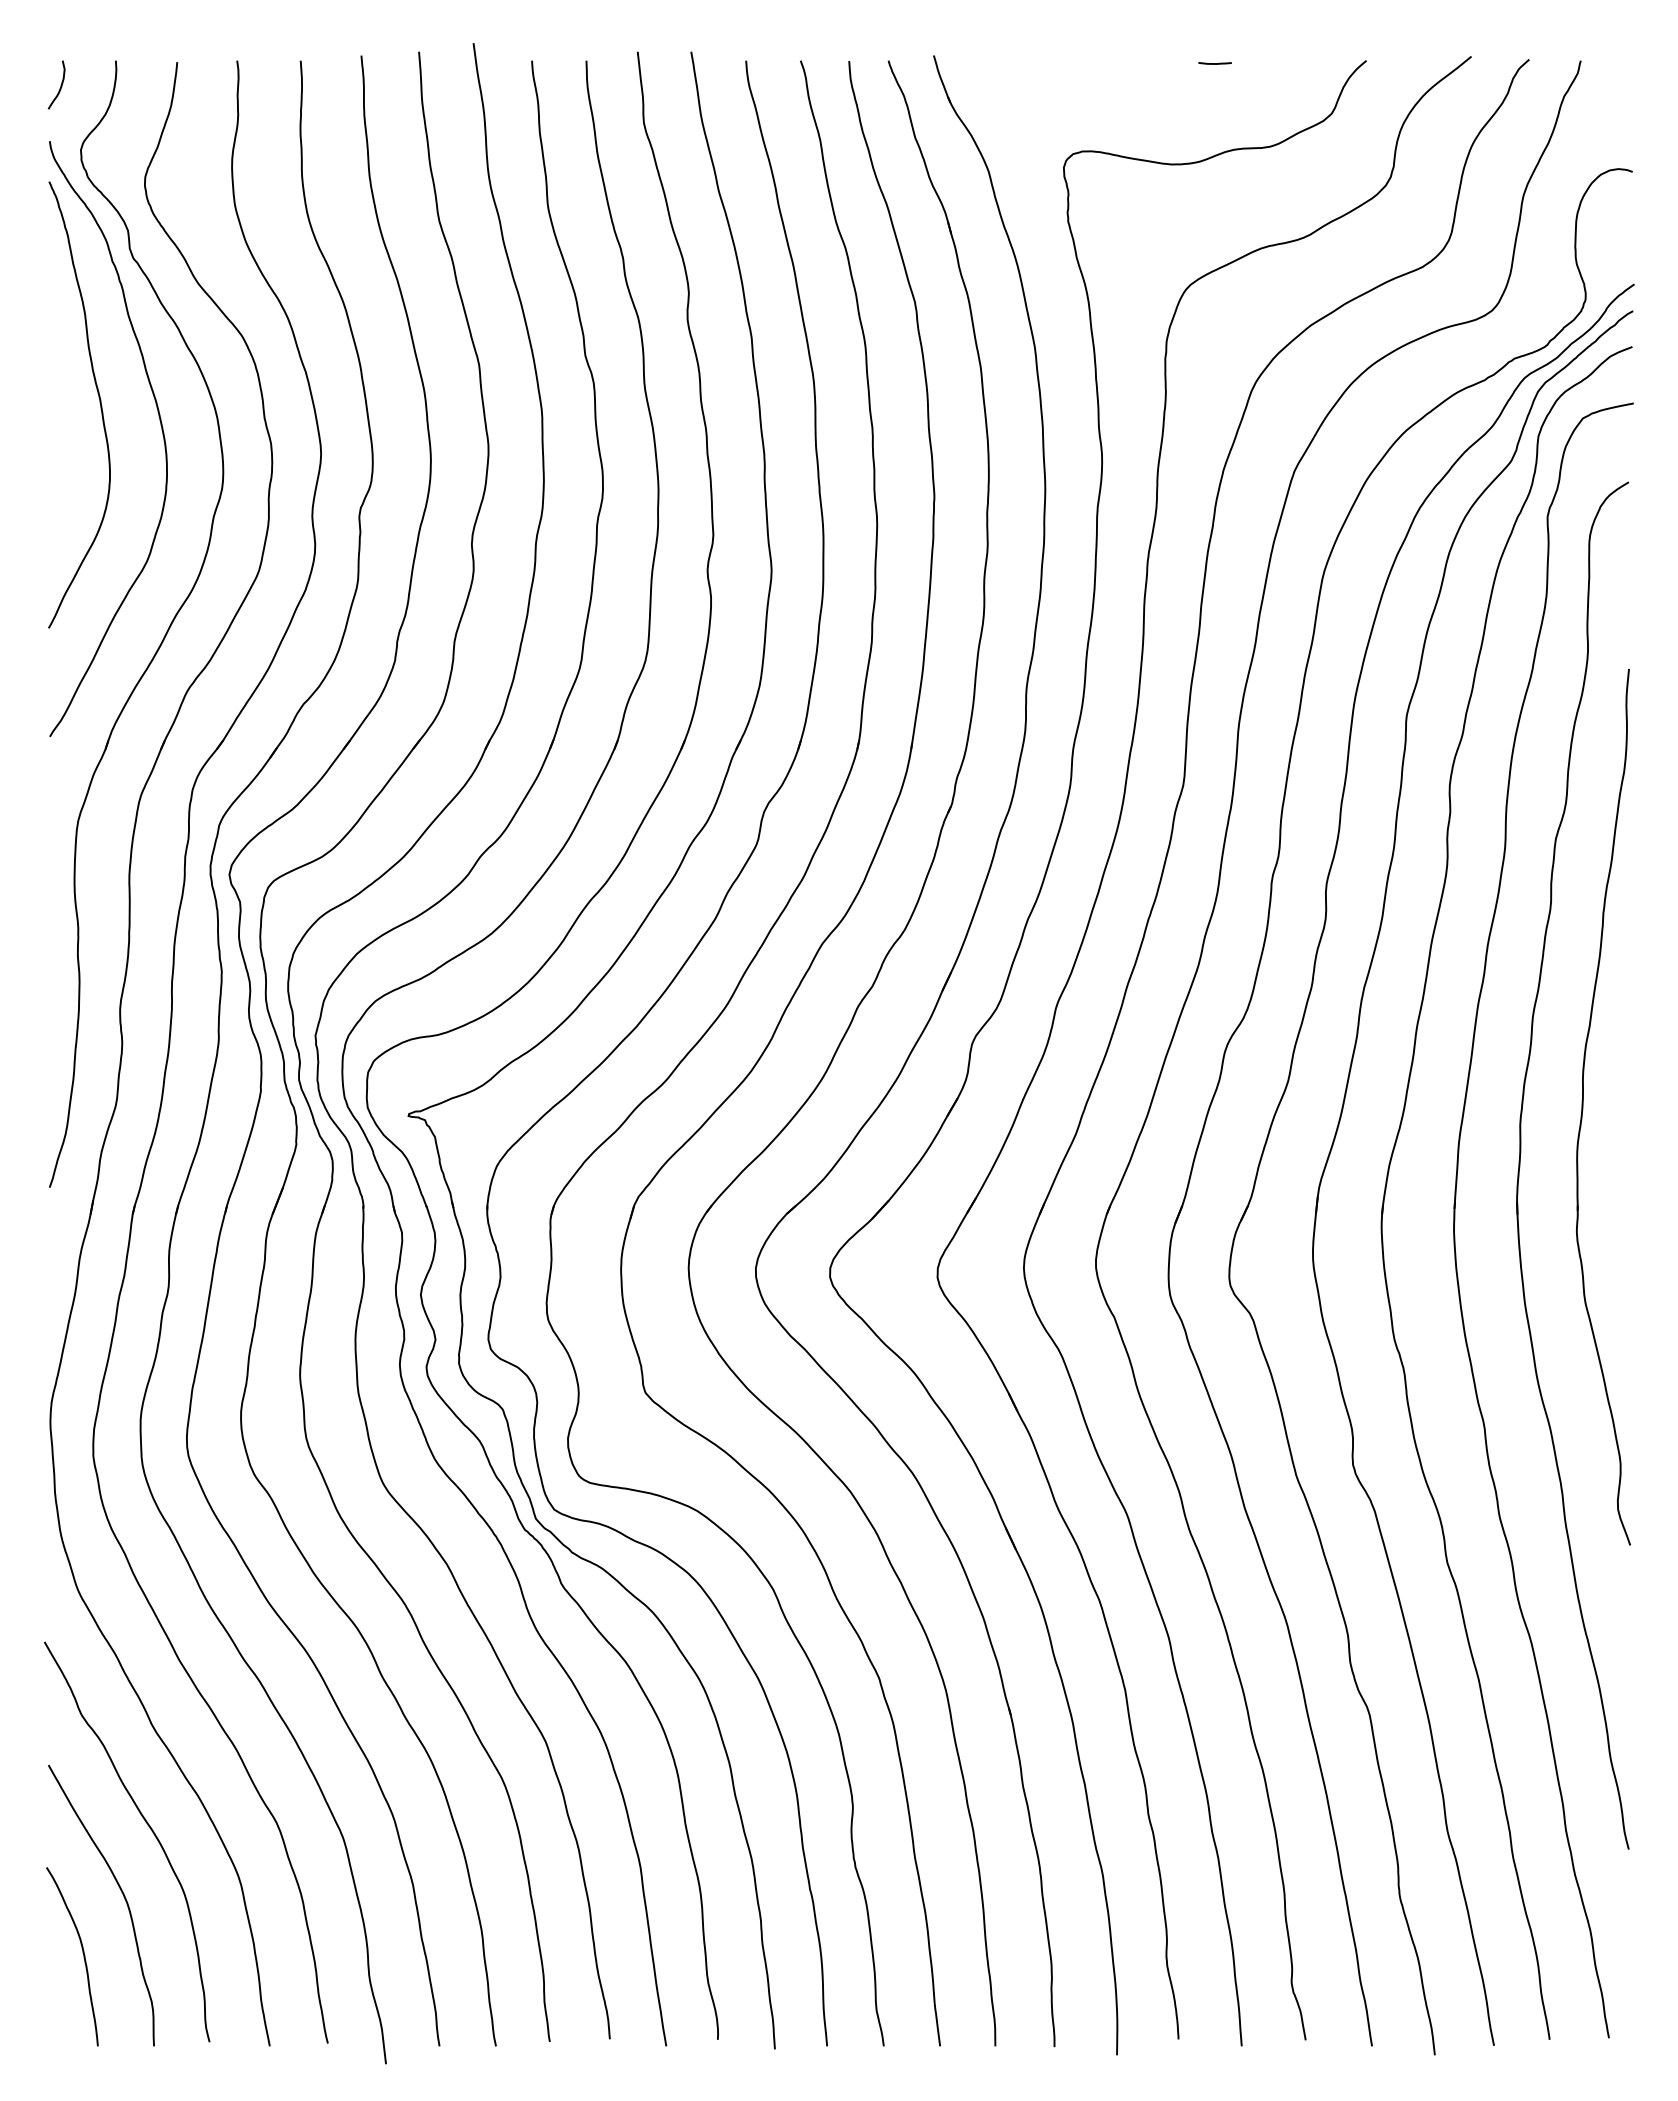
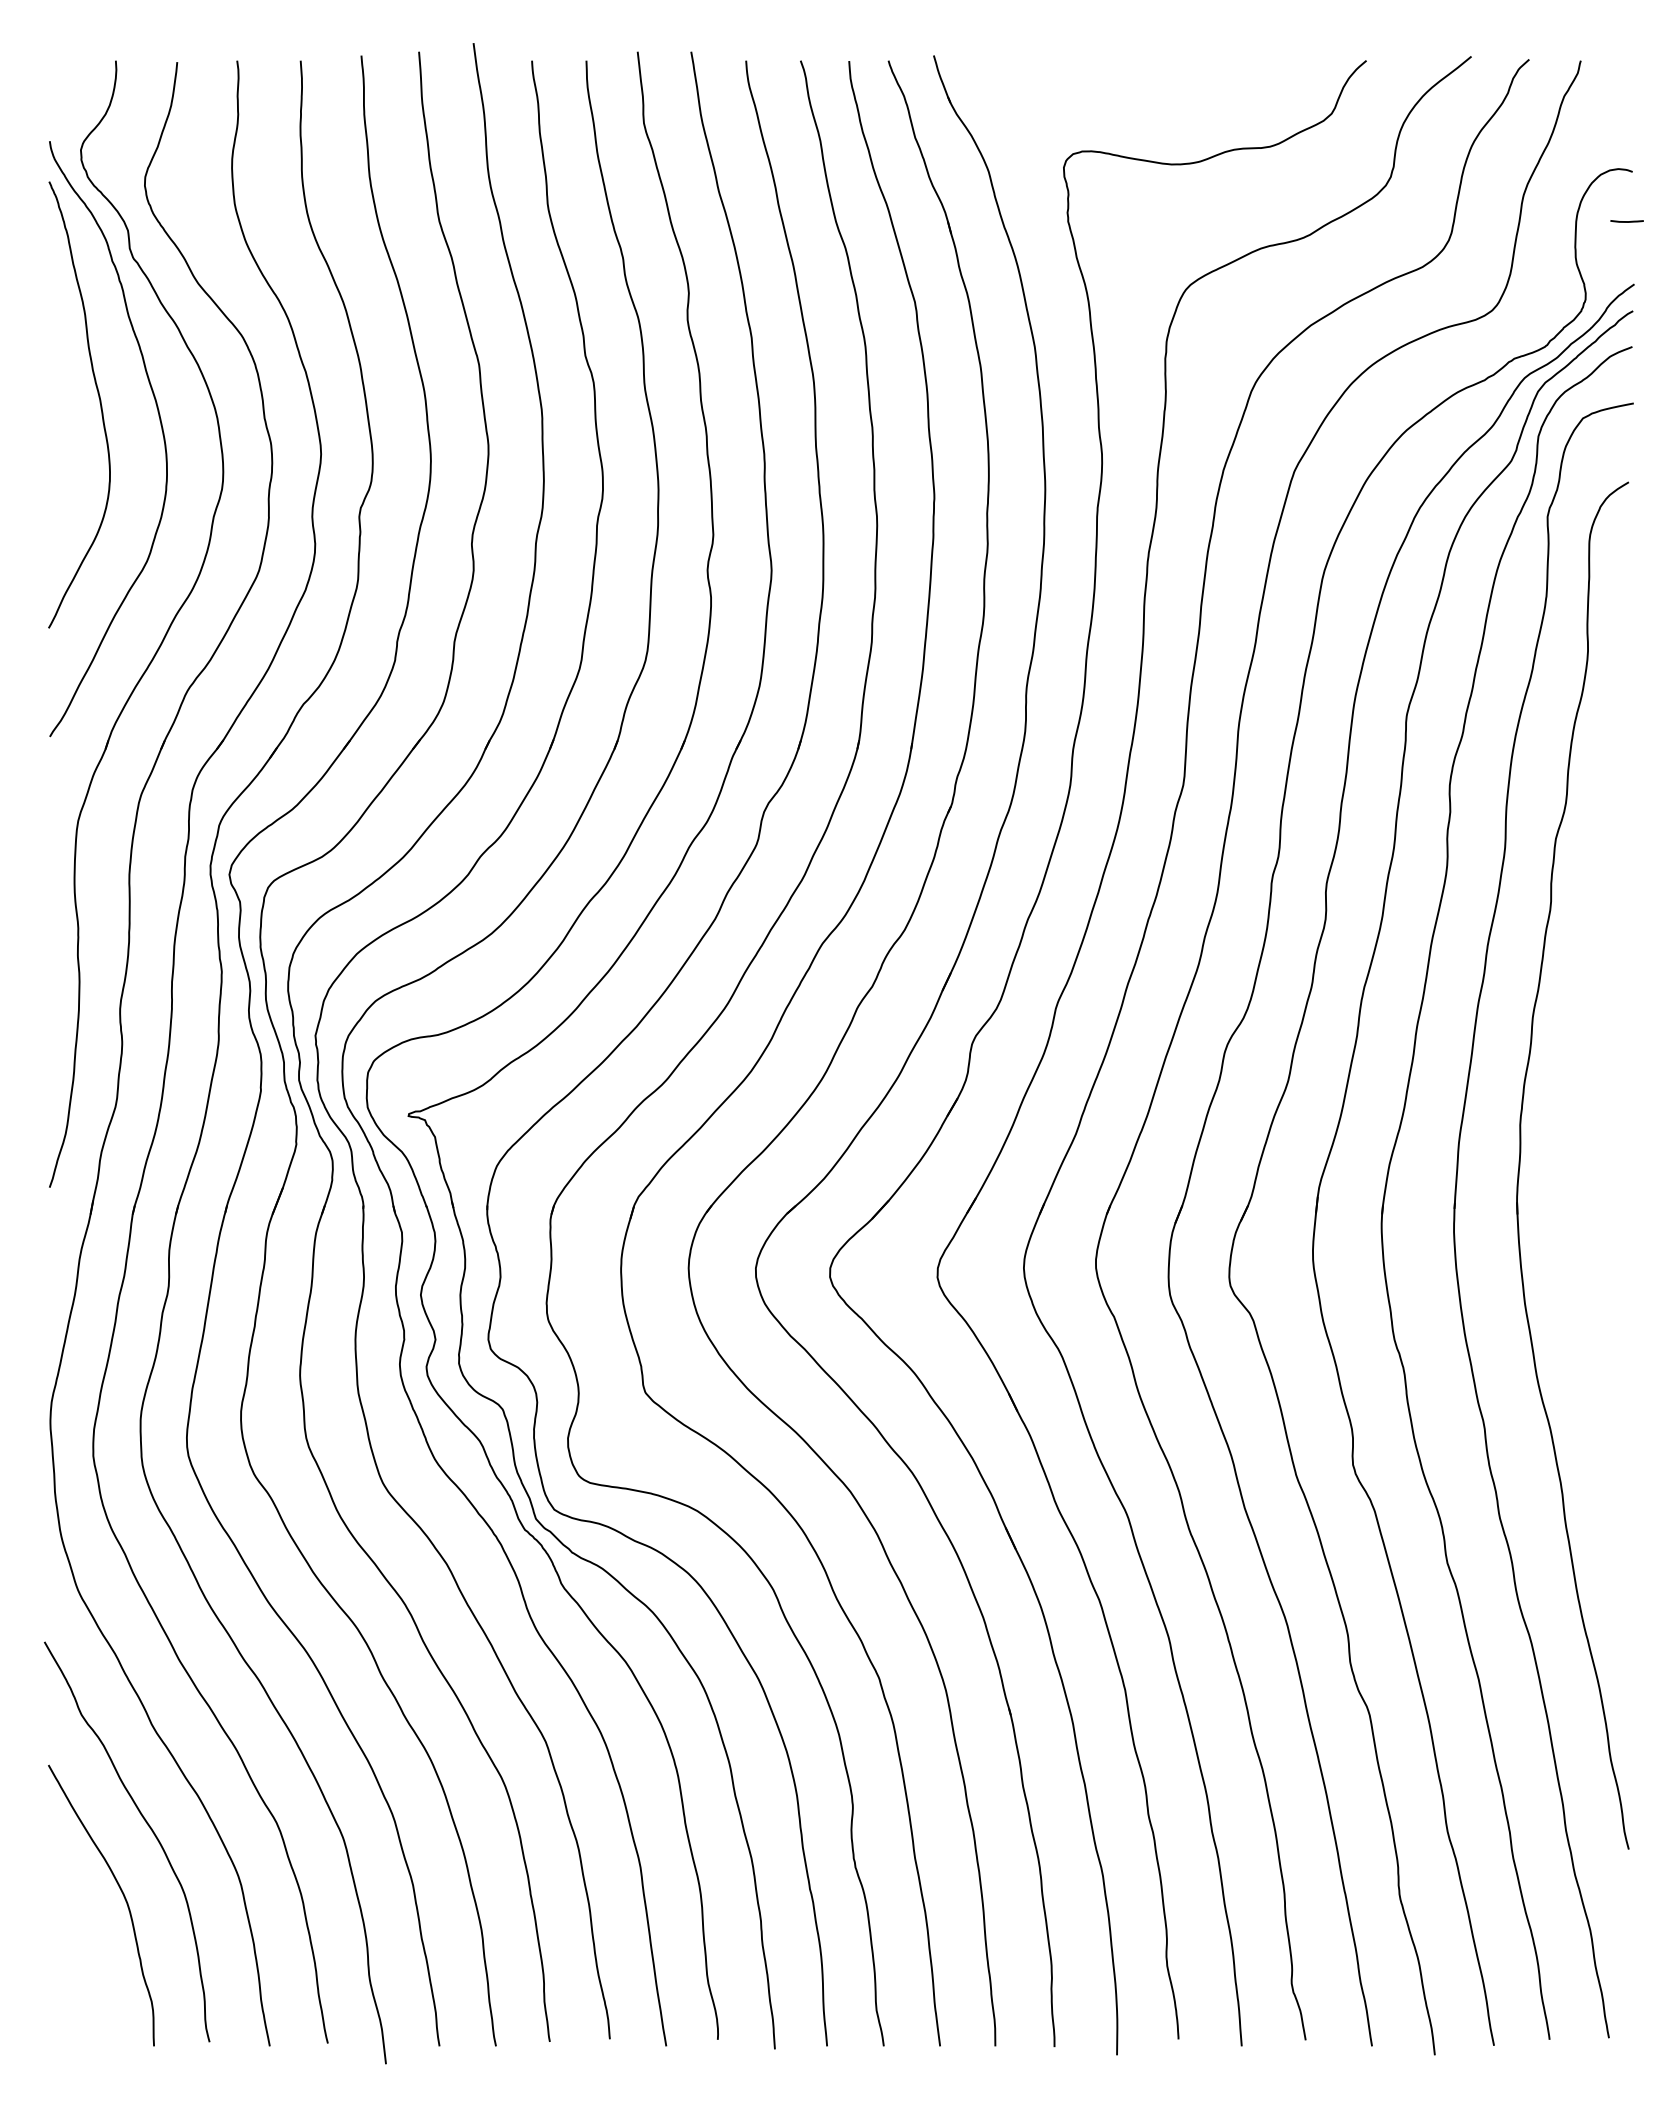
line at (1214, 63) position: (1214, 63) -> (1626, 221)
curve at (60, 85): present -> none
part at (1583, 1106): present -> none
curve at (82, 1953): present -> none
